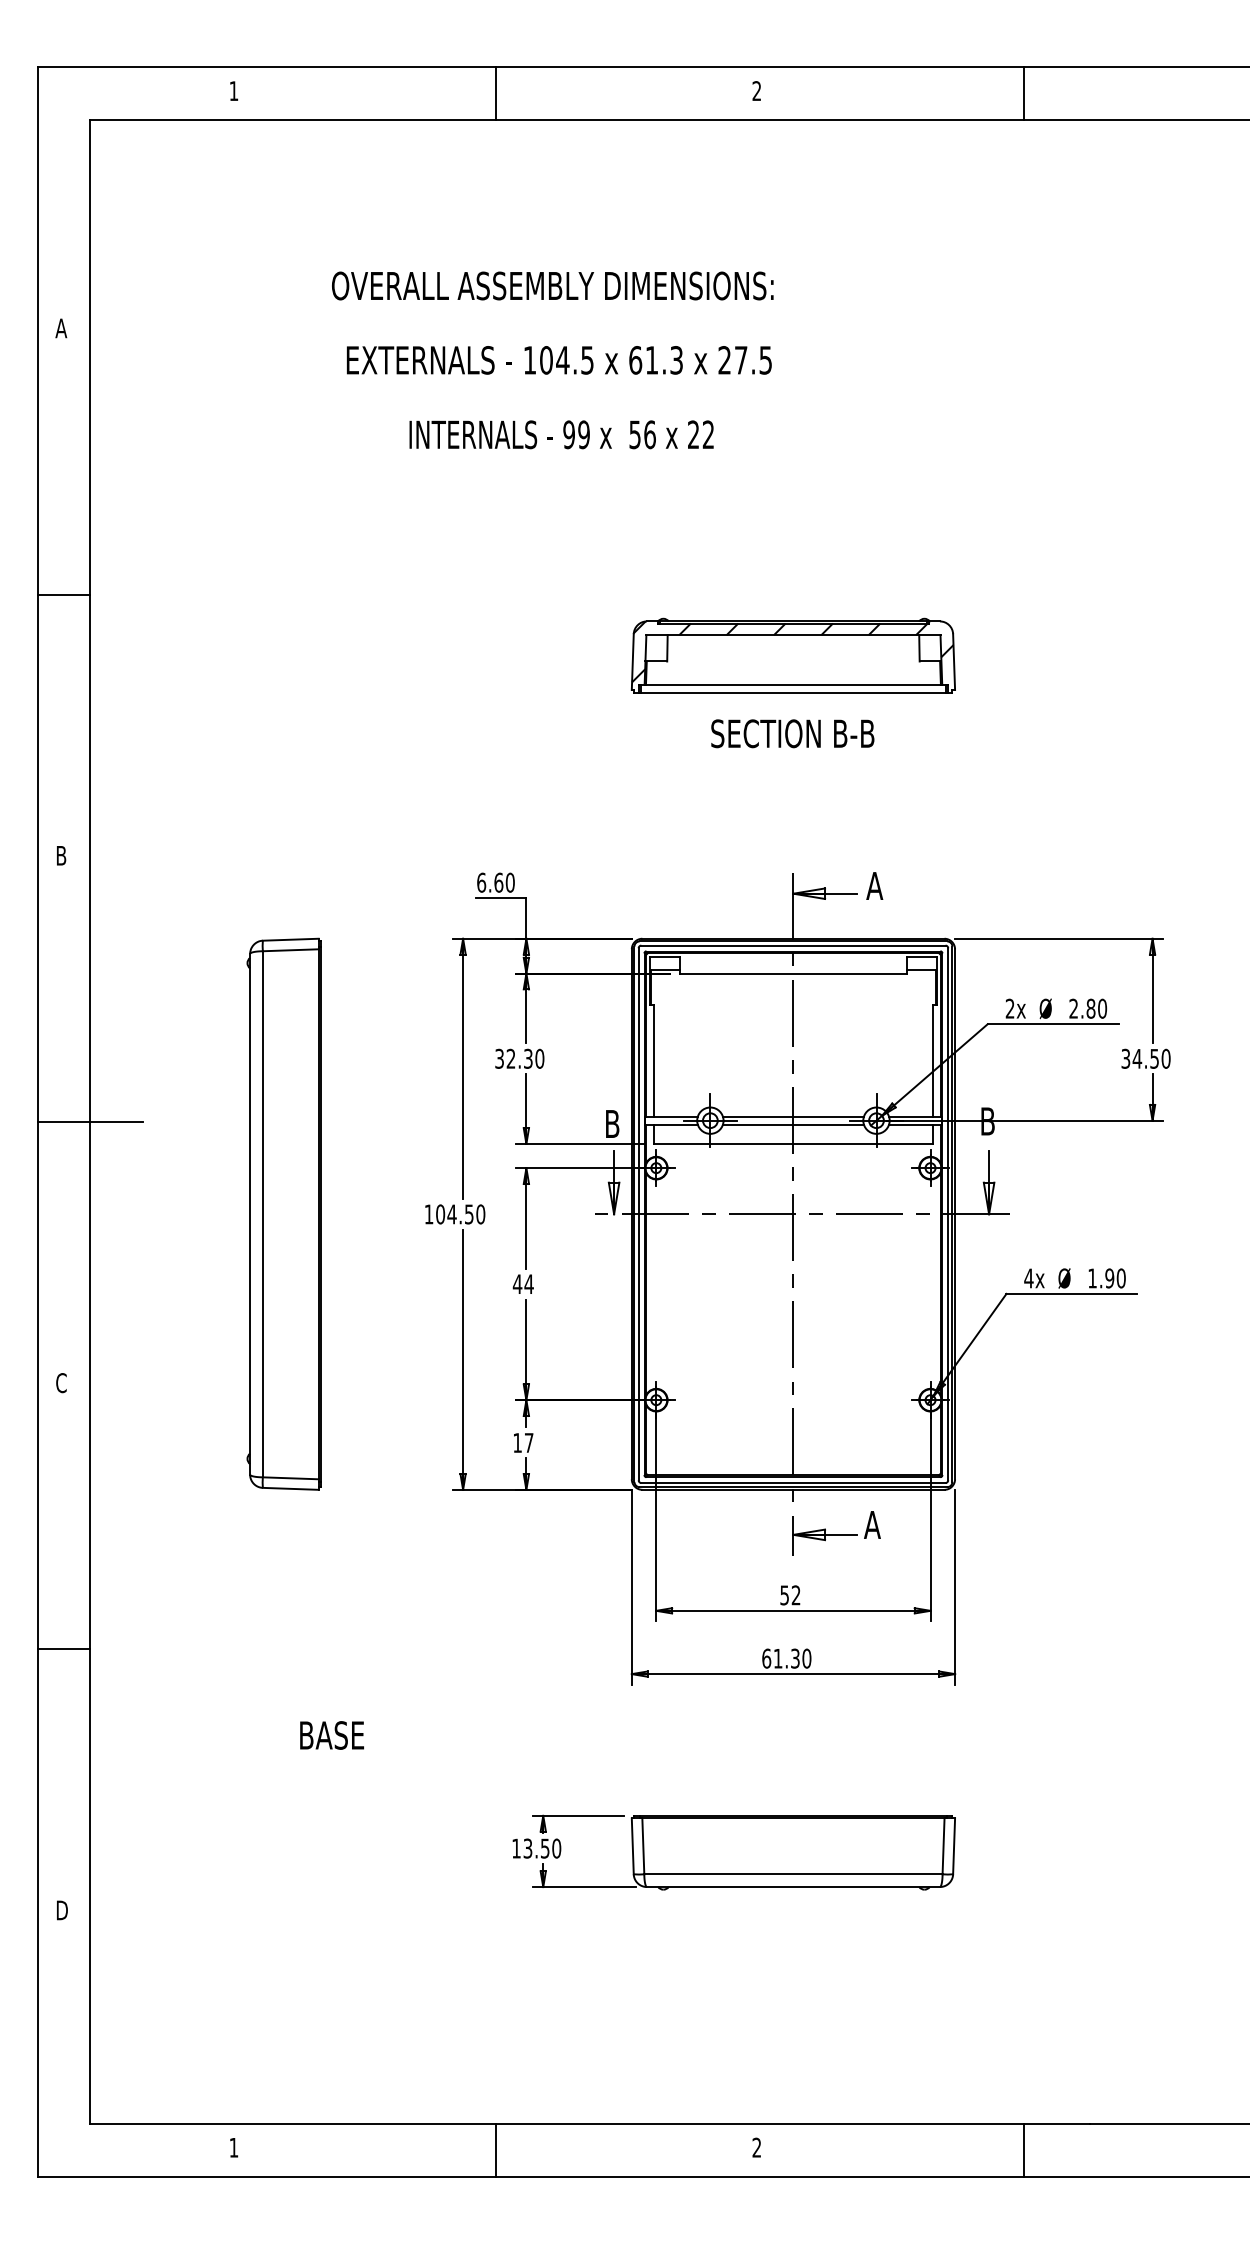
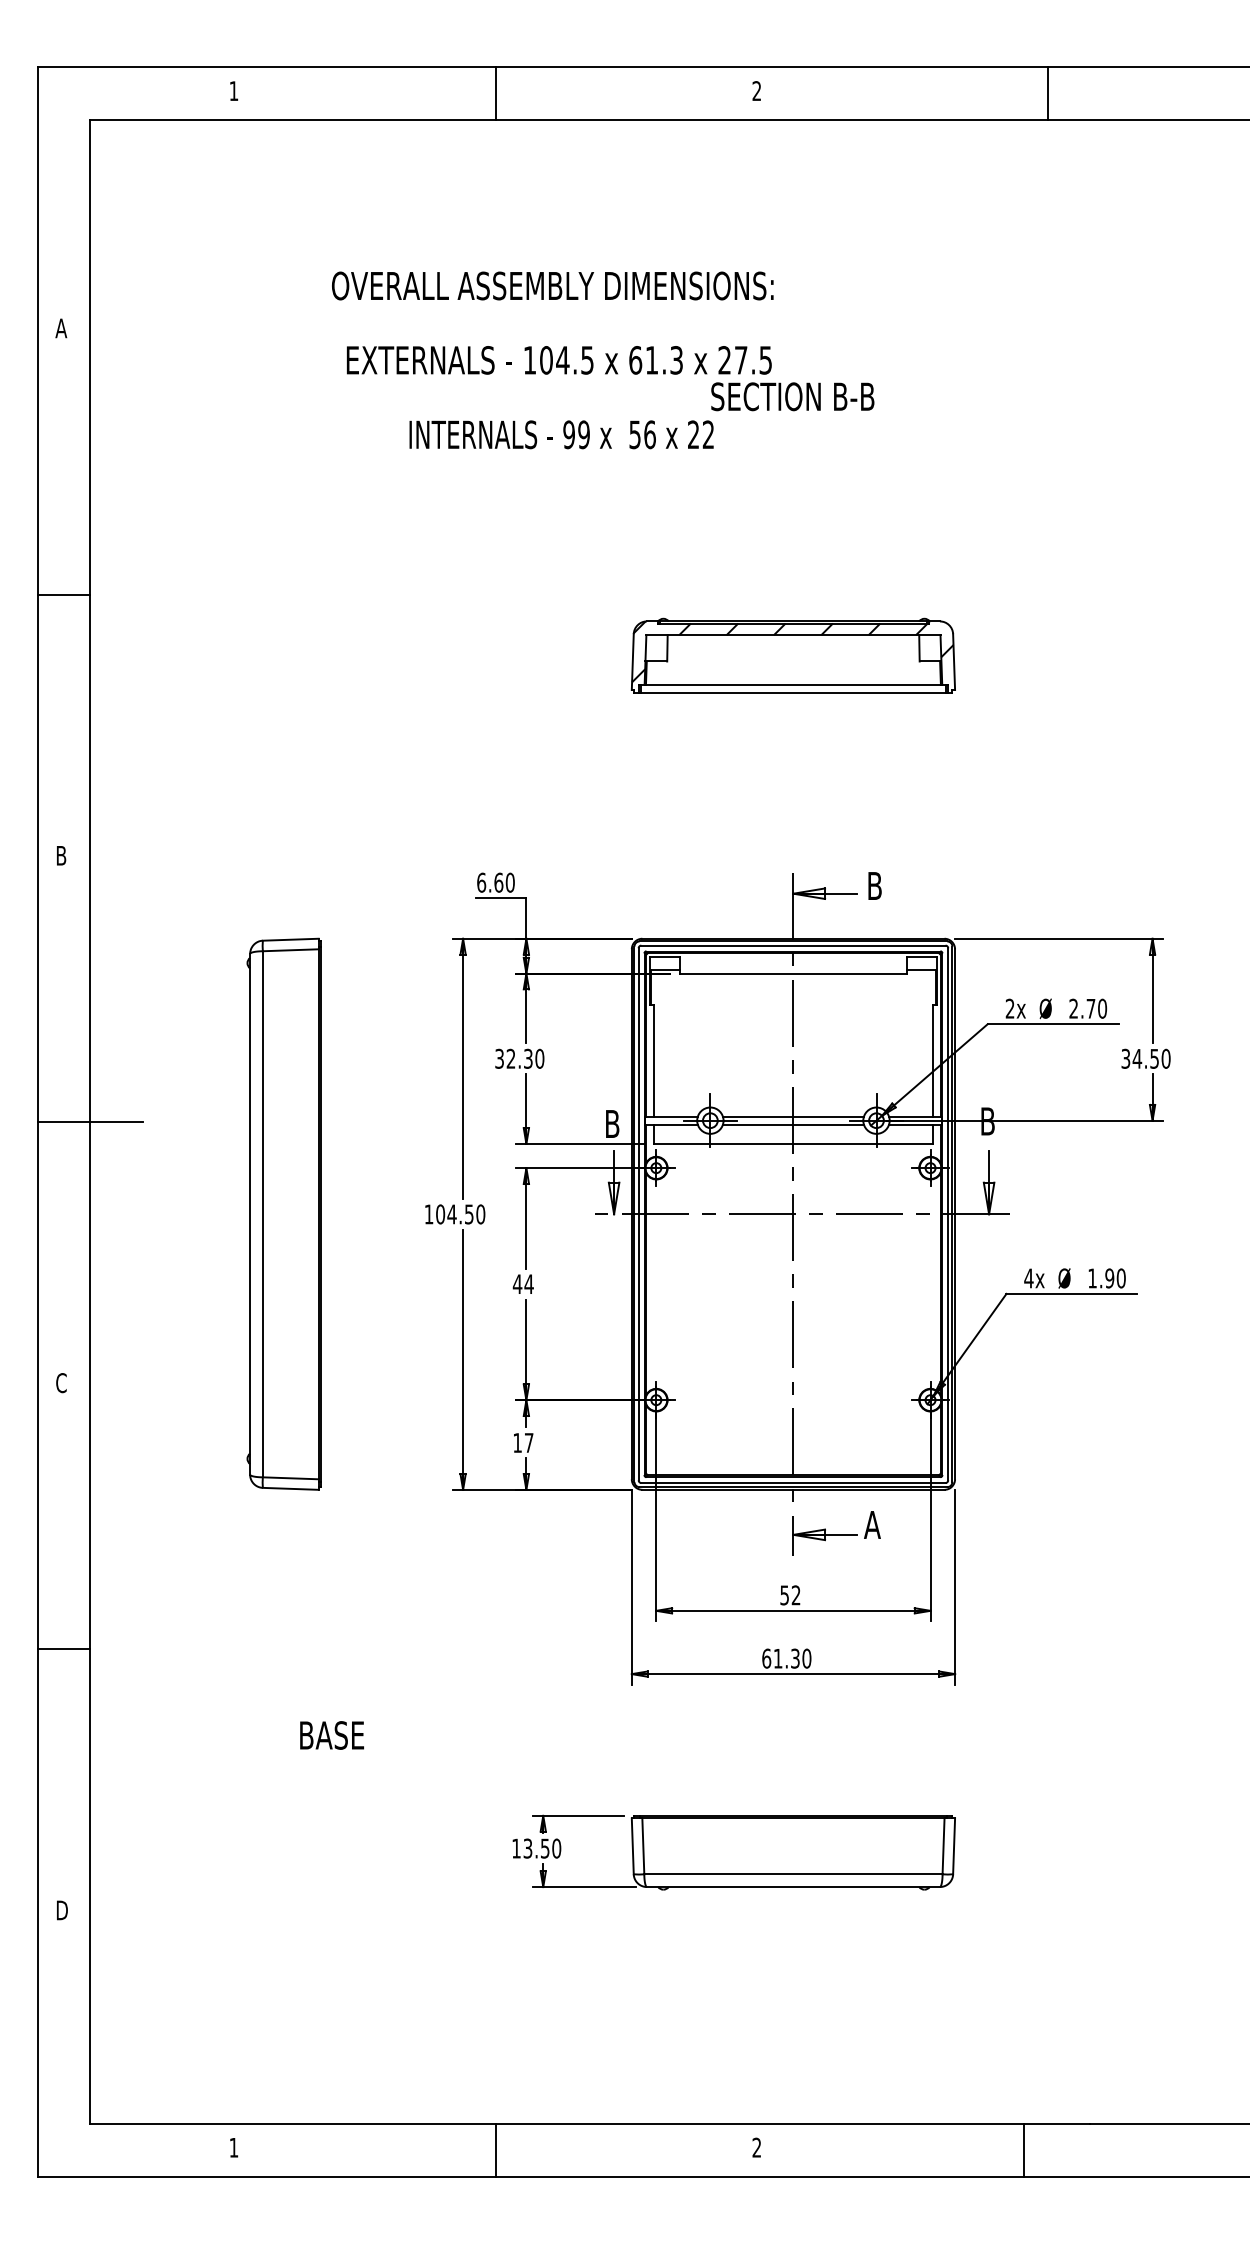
line at (1023, 93) position: (1023, 93) -> (1047, 93)
text at (792, 733) position: (792, 733) -> (792, 396)
text at (874, 885): A -> B
text at (1090, 1008): 2.80 -> 2.70
